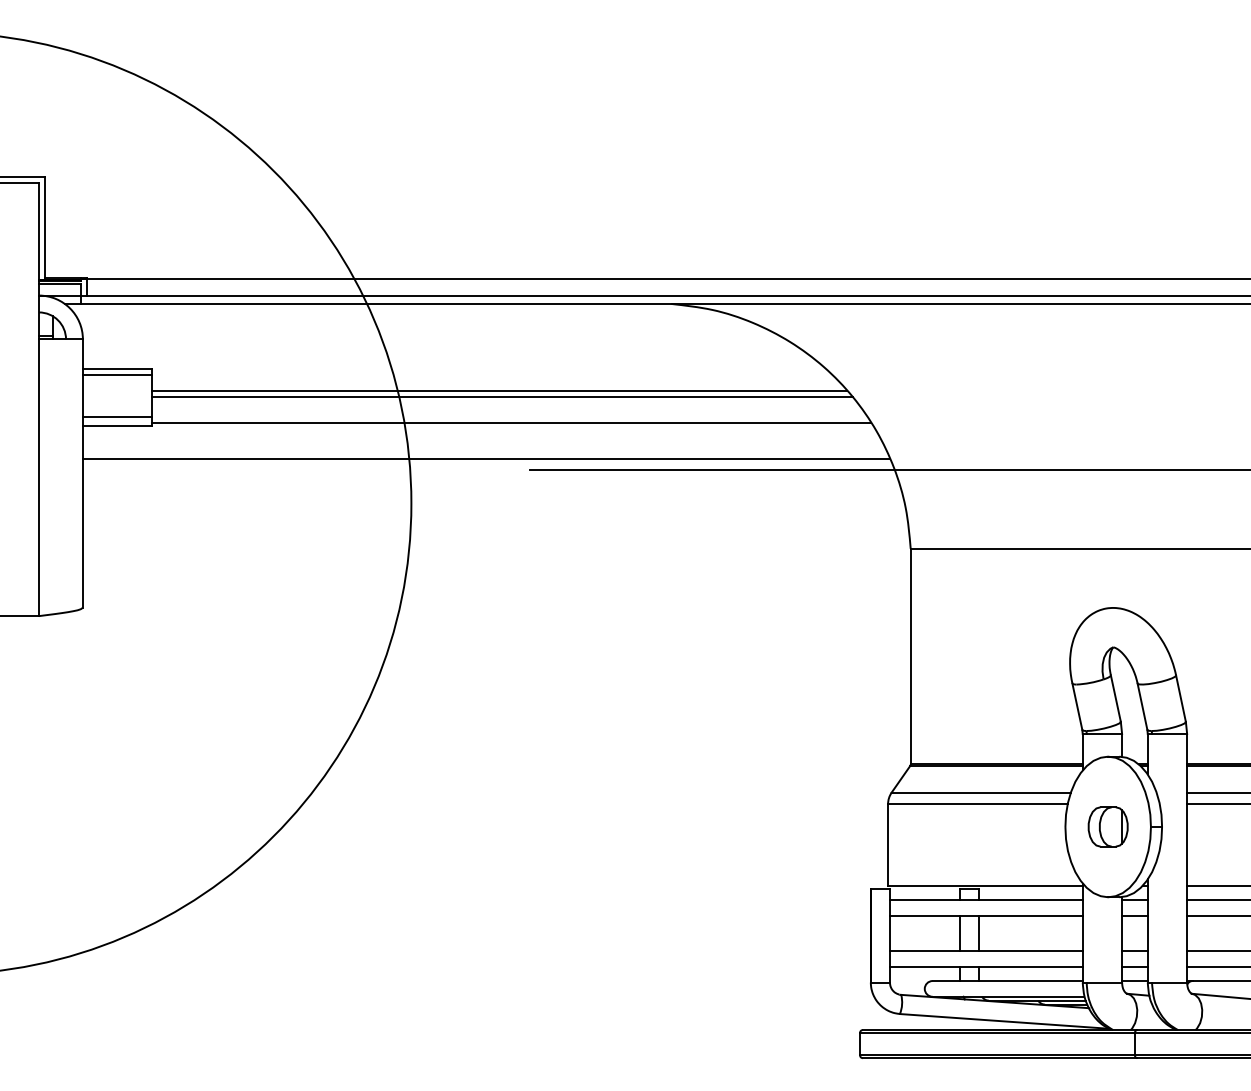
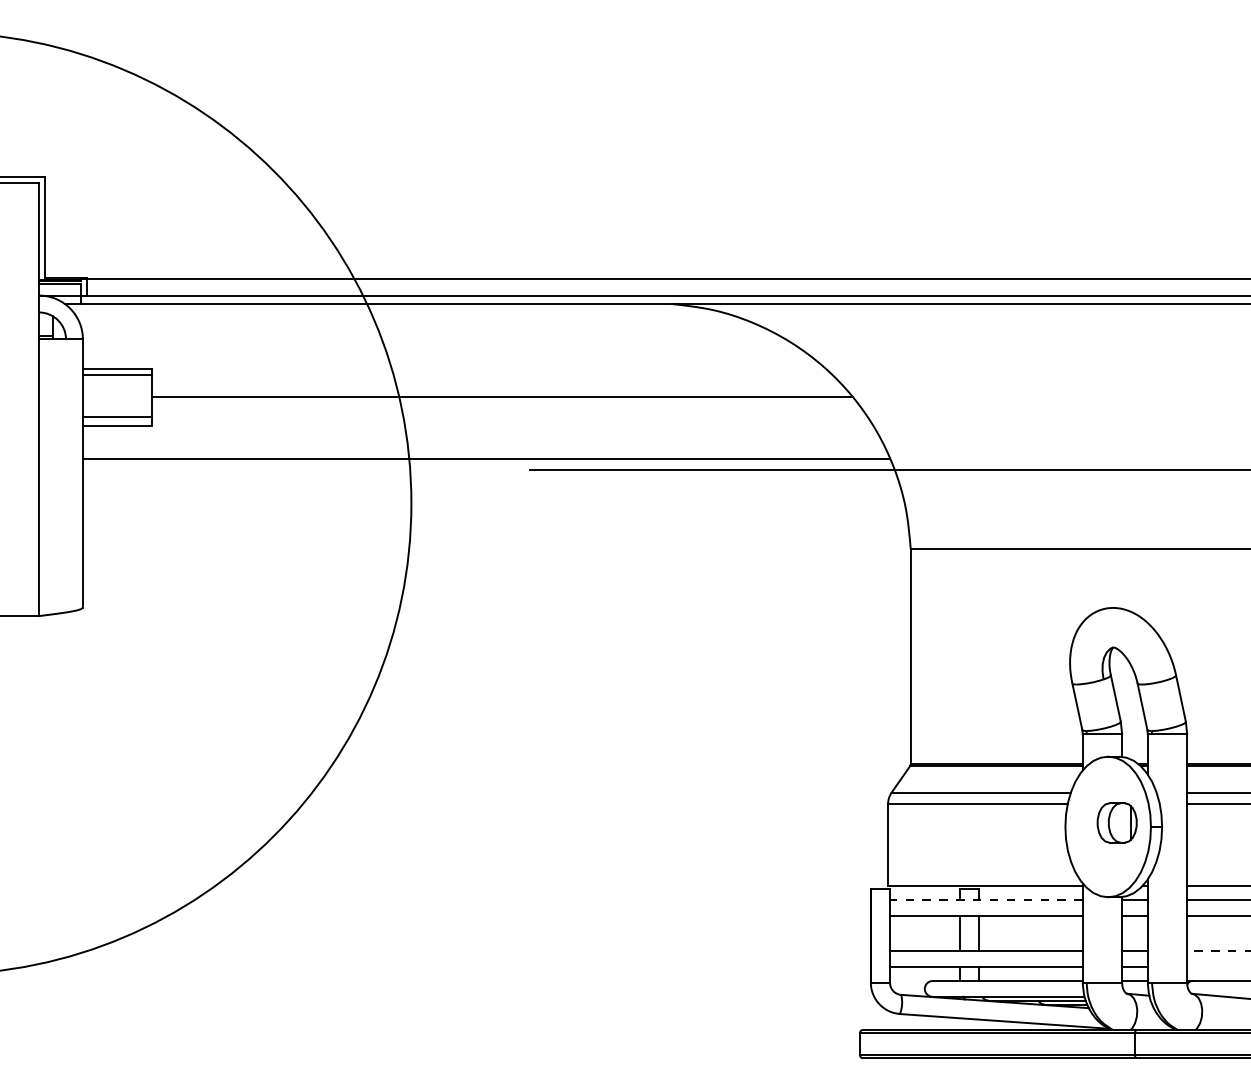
line at (499, 391): present -> none
line at (510, 423): present -> none
part at (1107, 826) position: (1107, 826) -> (1116, 822)
line at (985, 900): solid -> dashed
line at (1218, 951): solid -> dashed
line at (1217, 966): present -> none
